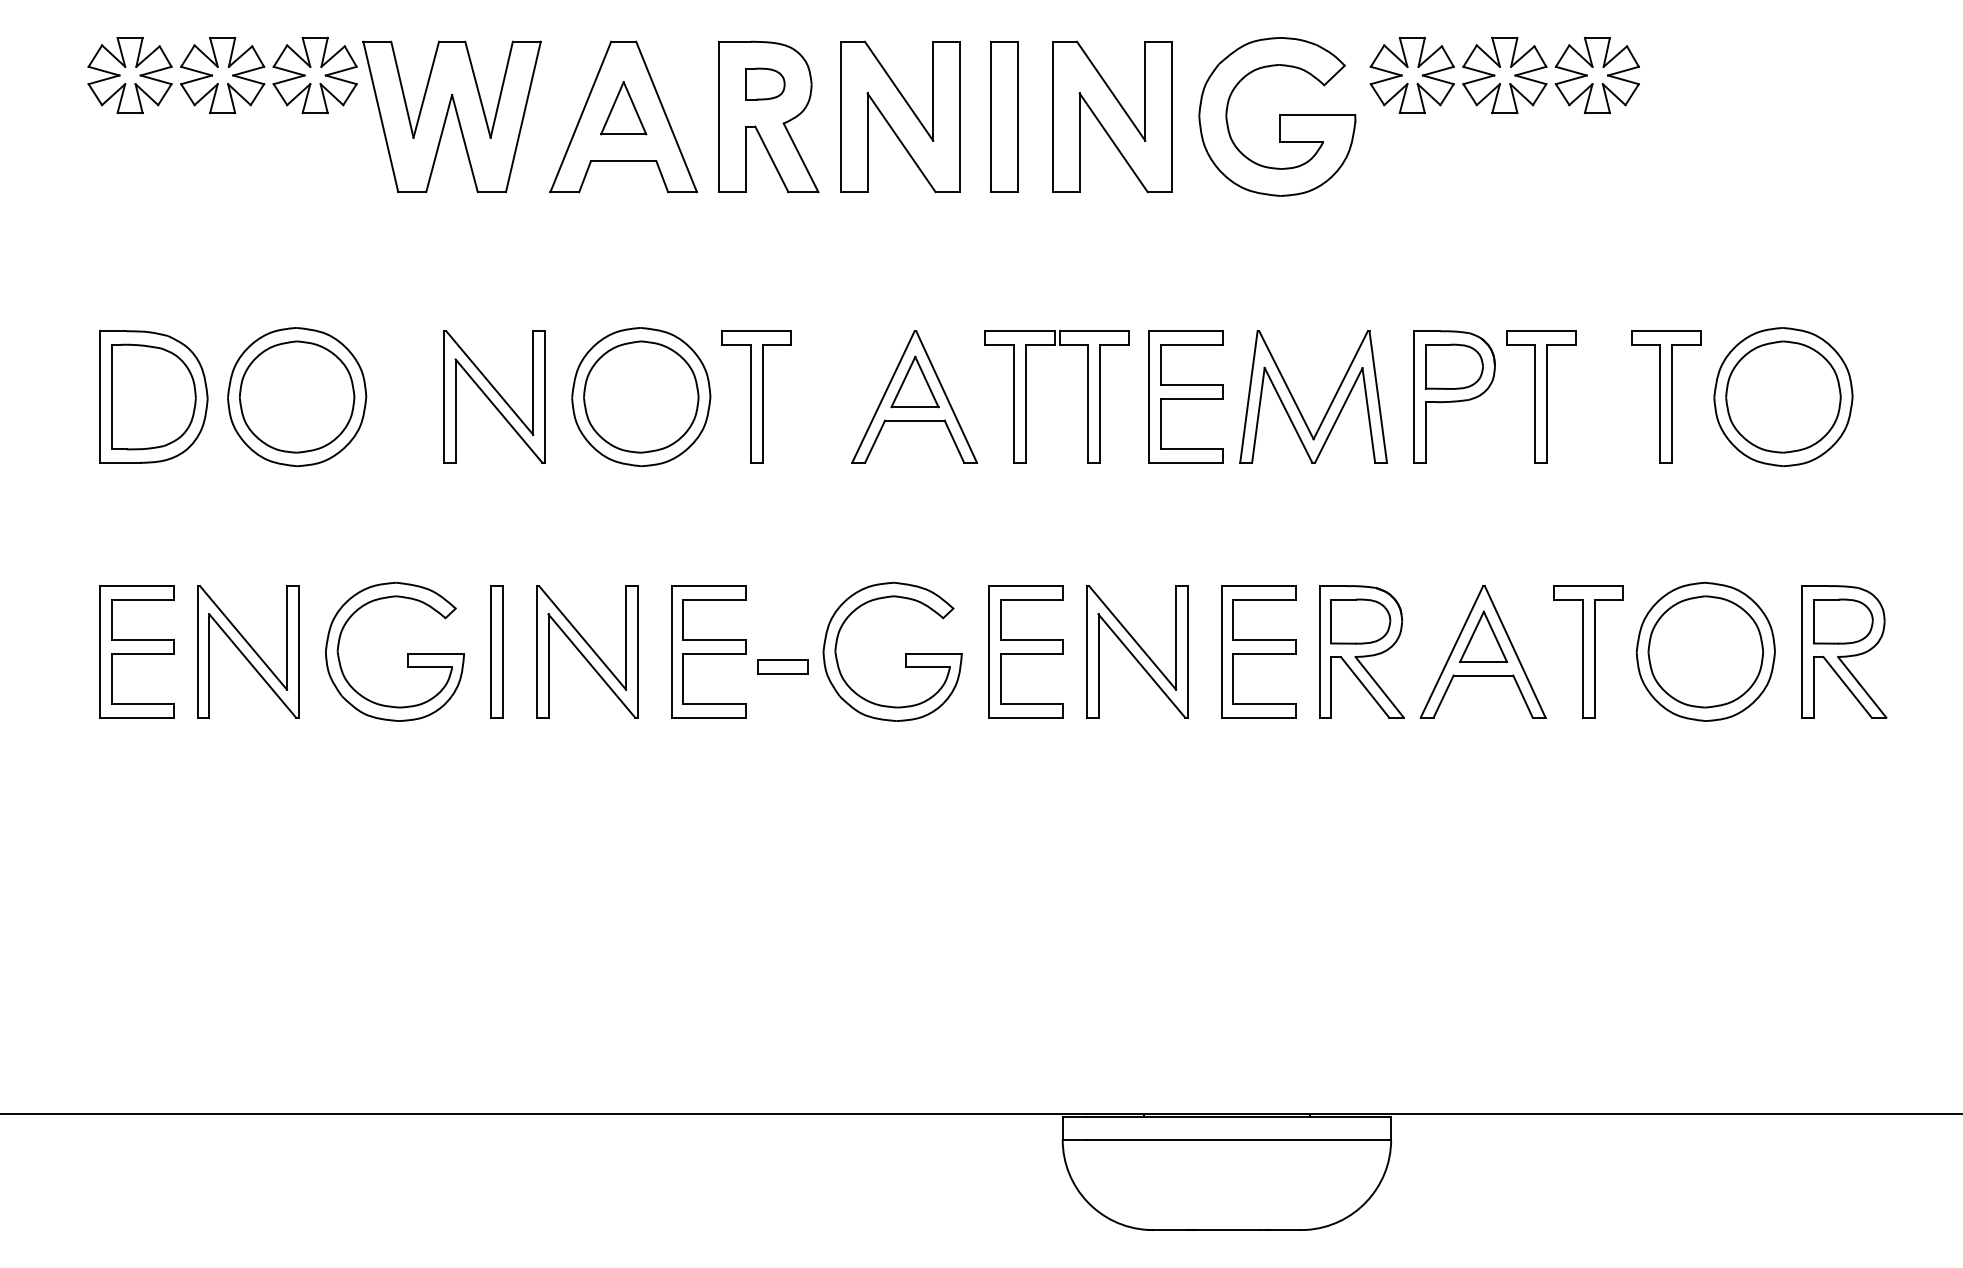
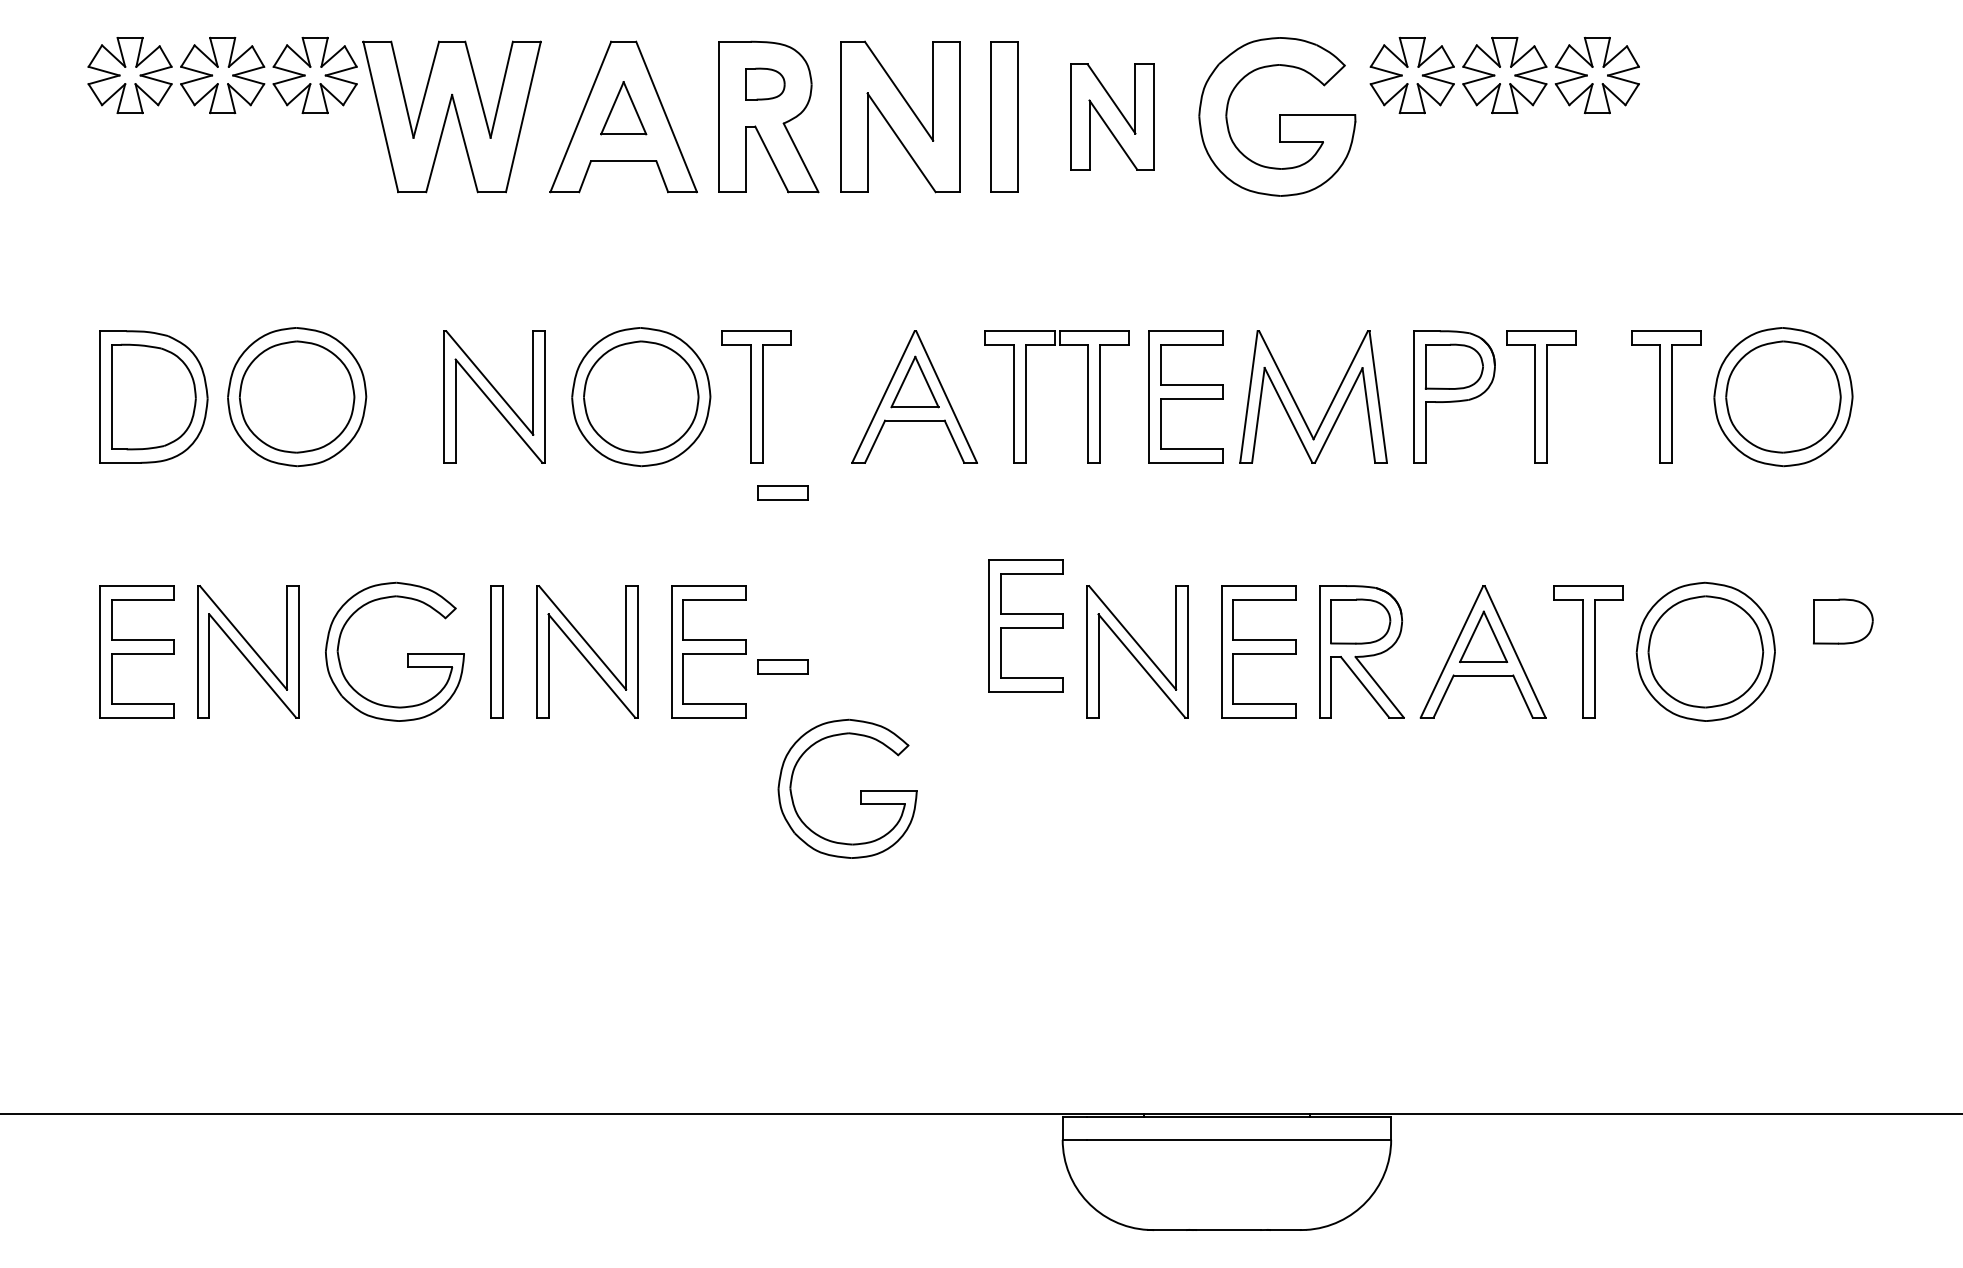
part at (1112, 116) size: 121x154 px -> 85x108 px
part at (782, 492): none -> present
part at (1025, 651) position: (1025, 651) -> (1025, 625)
part at (1844, 651): present -> none
part at (905, 653) position: (905, 653) -> (860, 790)
